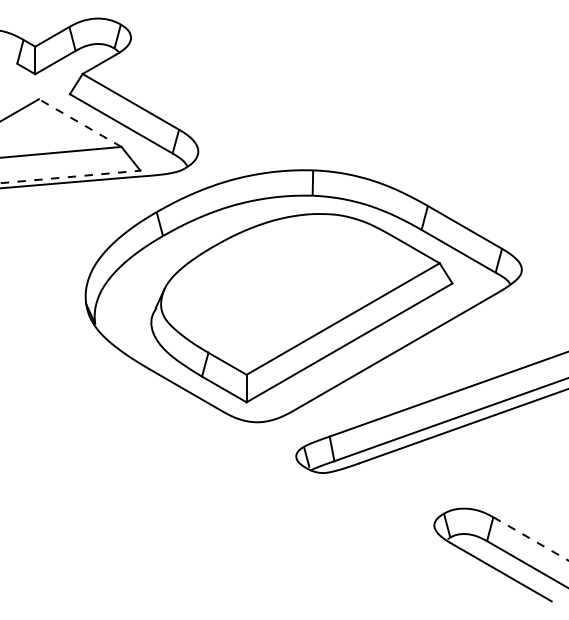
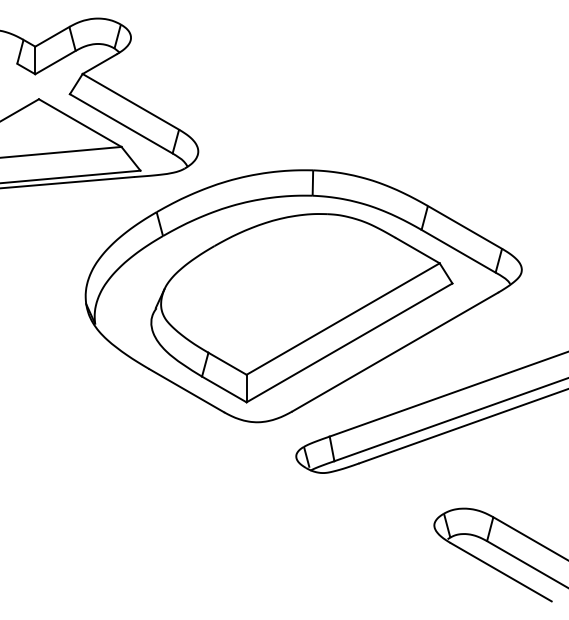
line at (80, 123): dashed -> solid
line at (70, 176): dashed -> solid
line at (531, 539): dashed -> solid
